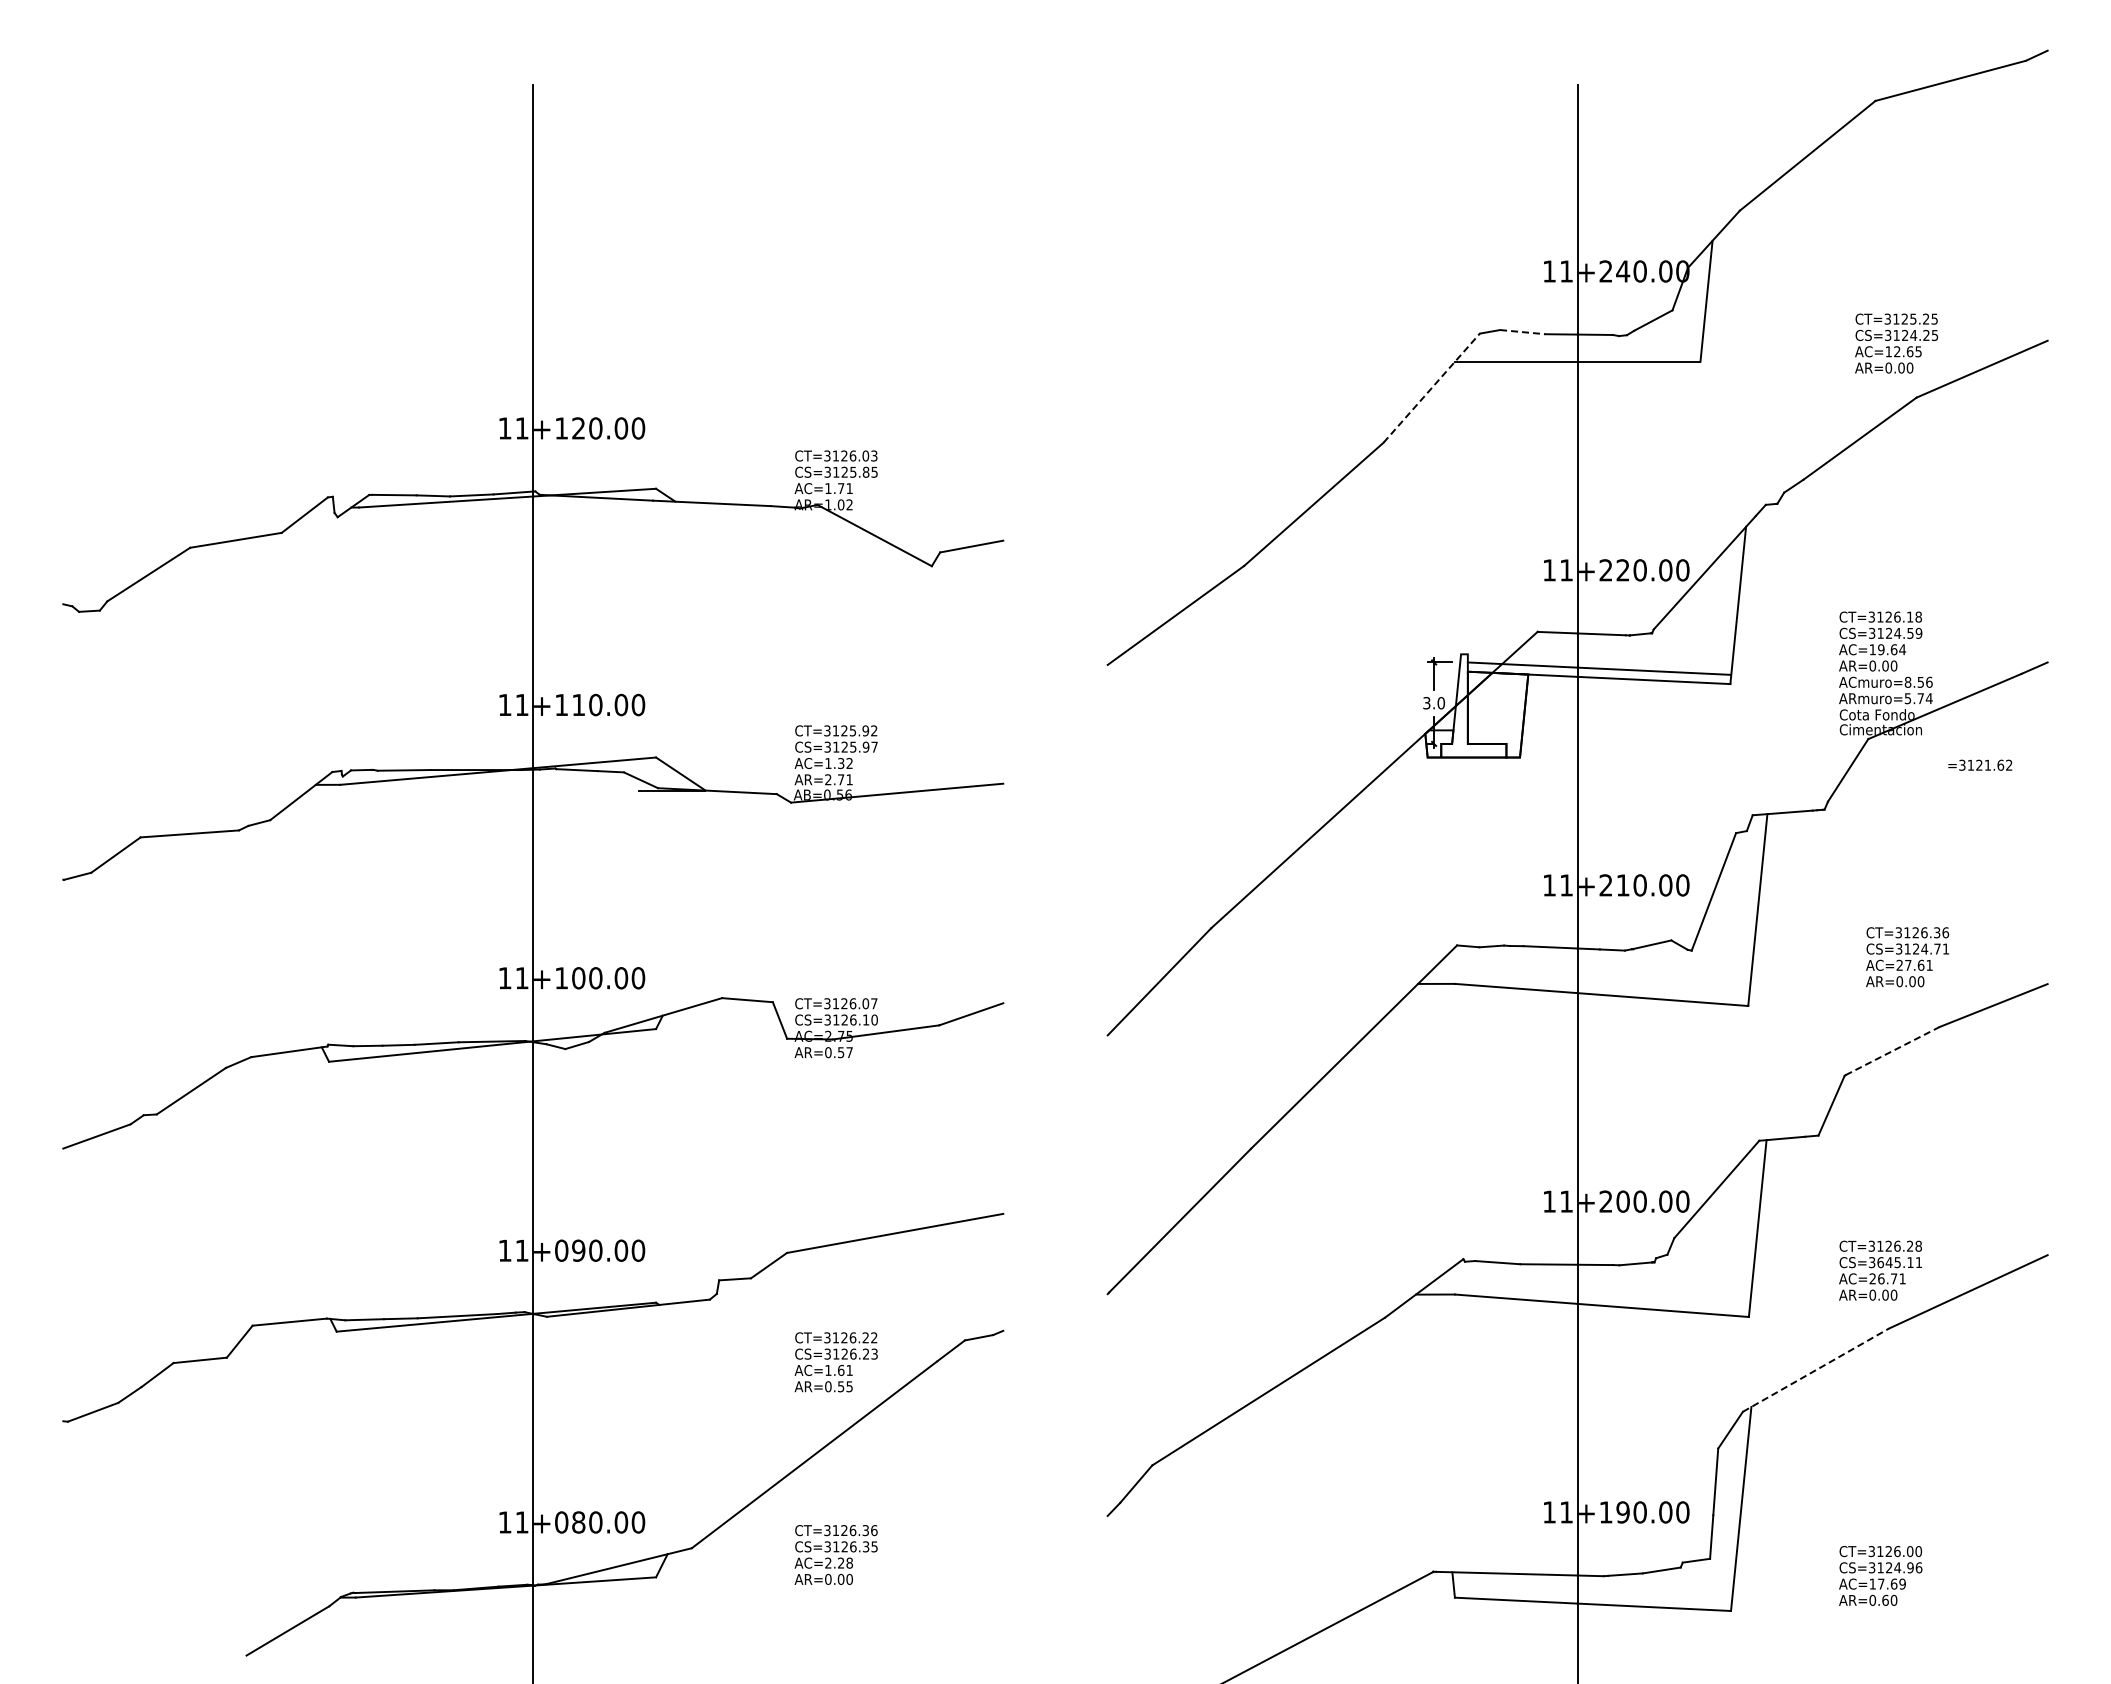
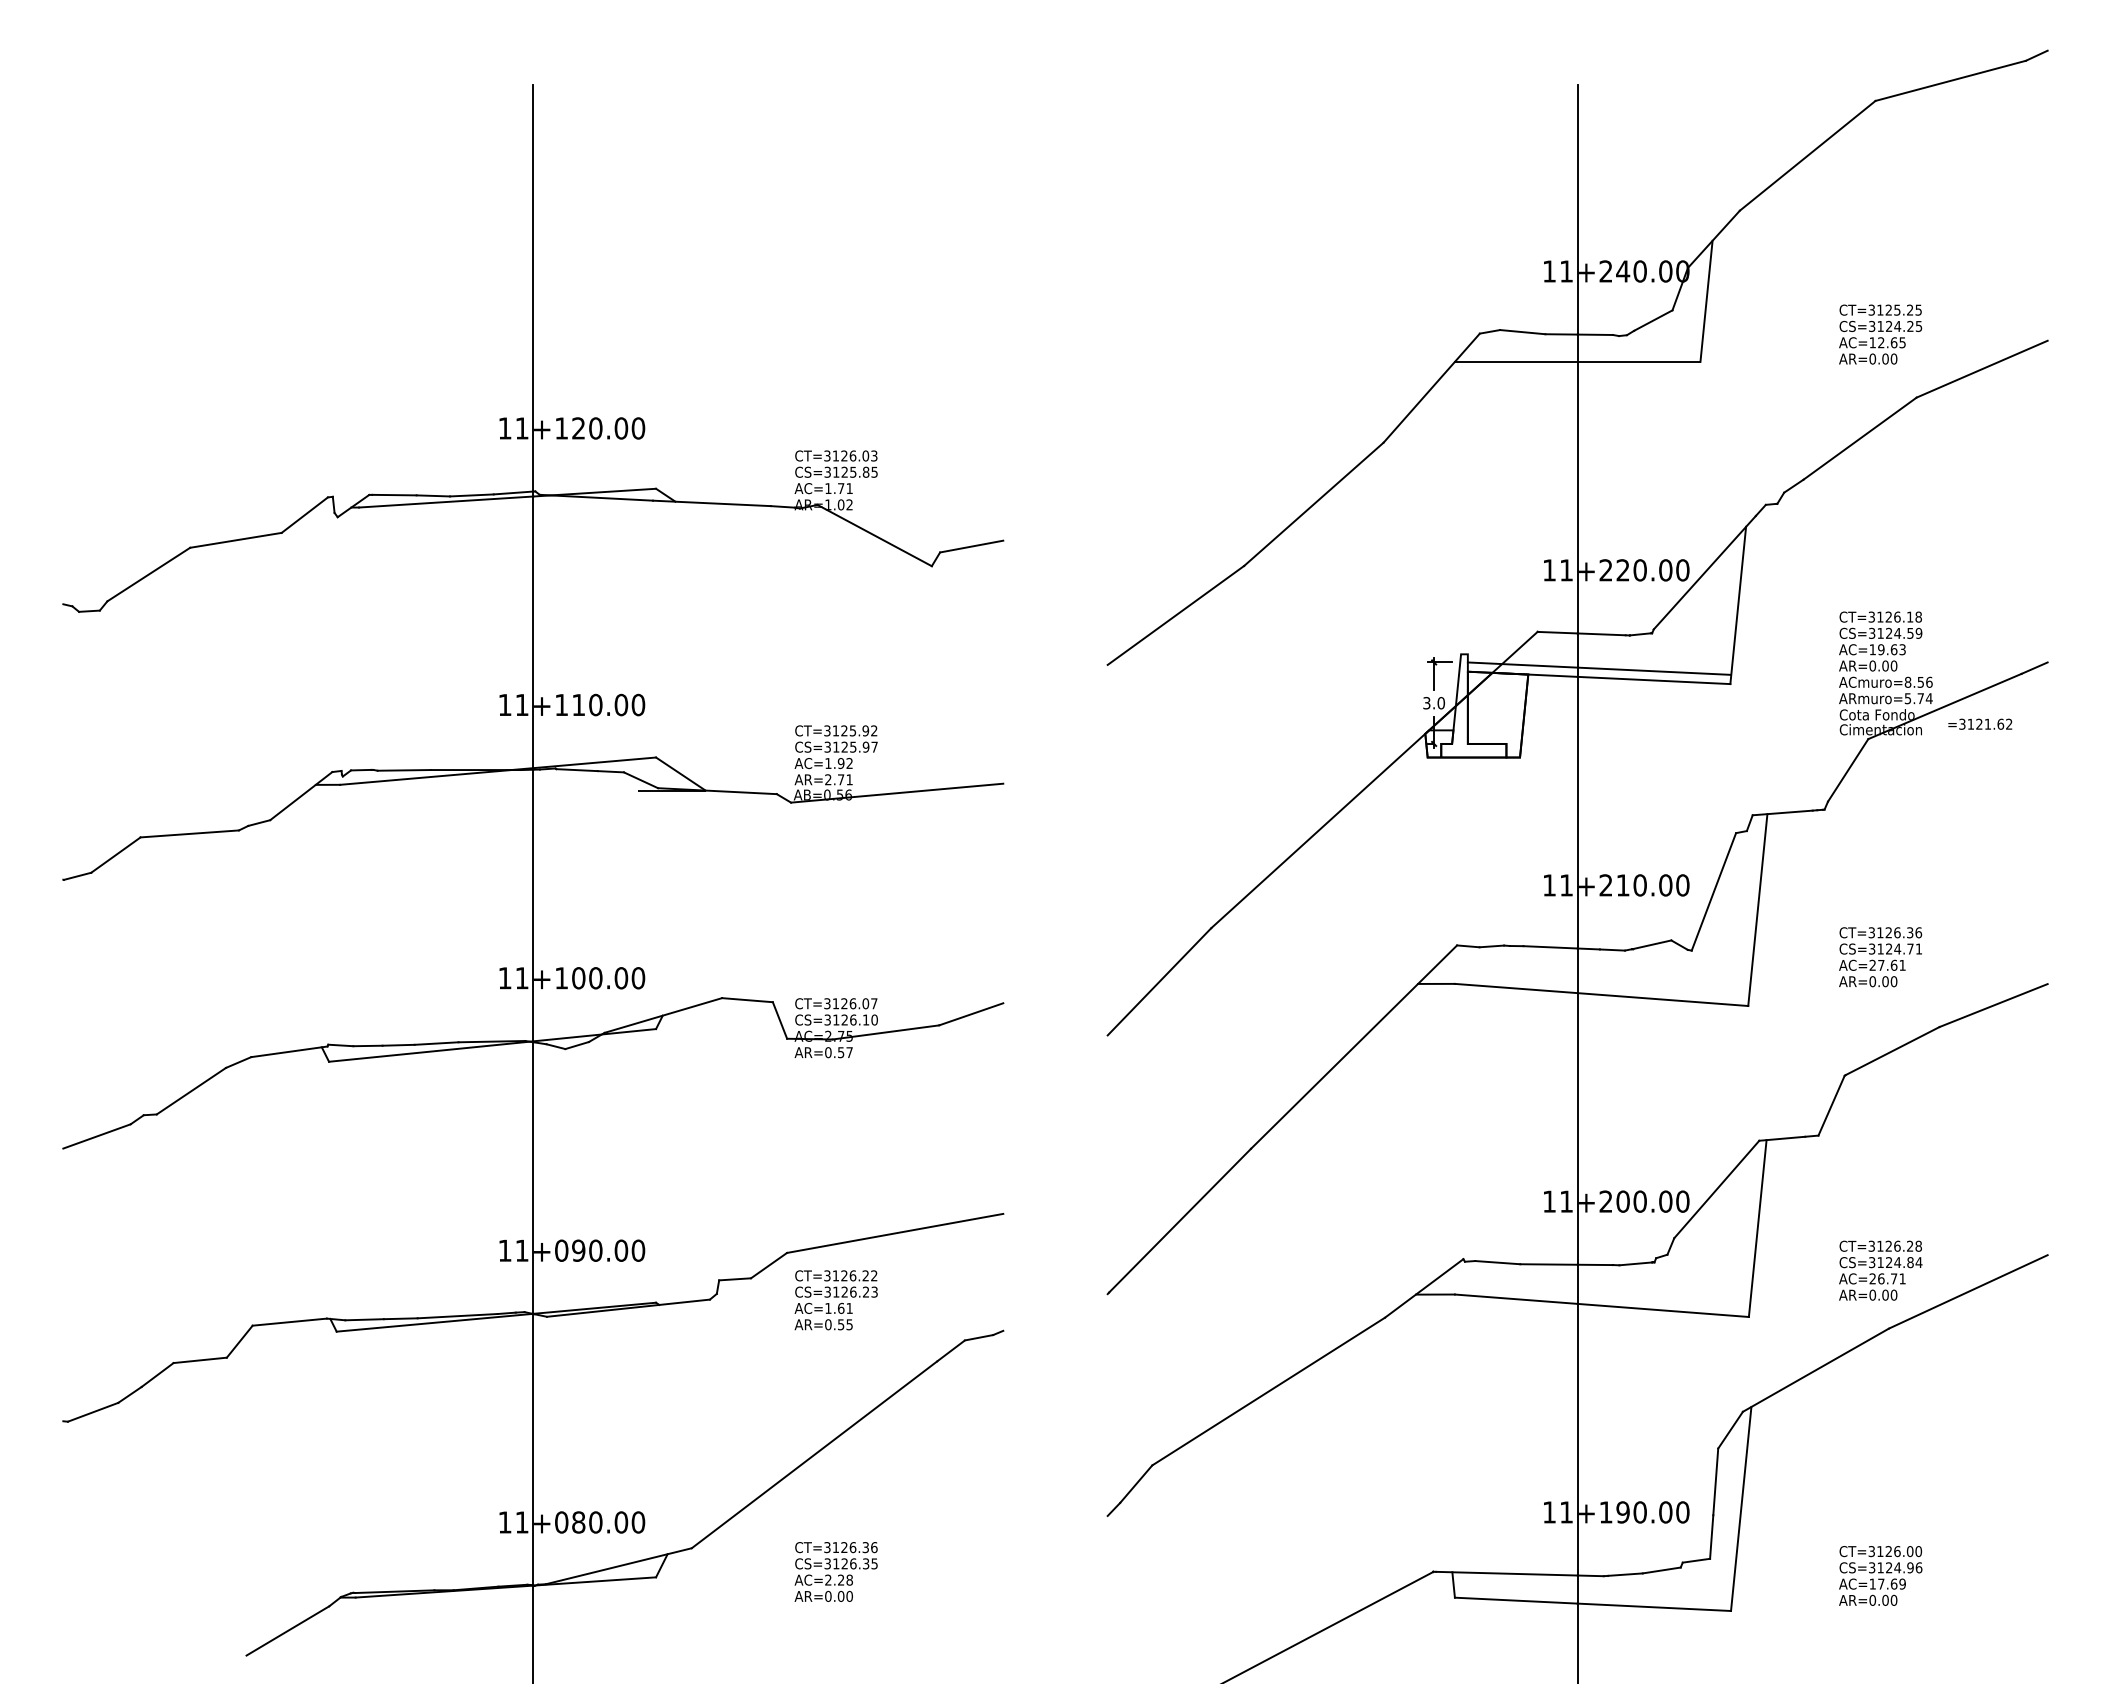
line at (1522, 332): dashed -> solid
text at (1896, 343) position: (1896, 343) -> (1880, 334)
line at (1431, 388): dashed -> solid
text at (1902, 649): AC=19.64 -> AC=19.63
text at (840, 763): AC=1.32 -> AC=1.92
text at (1980, 764) position: (1980, 764) -> (1980, 723)
text at (1907, 957) position: (1907, 957) -> (1880, 957)
line at (1892, 1051): dashed -> solid
text at (1899, 1262): CS=3645.11 -> CS=3124.84
text at (835, 1362) position: (835, 1362) -> (835, 1300)
line at (1816, 1369): dashed -> solid
text at (835, 1554) position: (835, 1554) -> (835, 1571)
text at (1885, 1599): AR=0.60 -> AR=0.00
